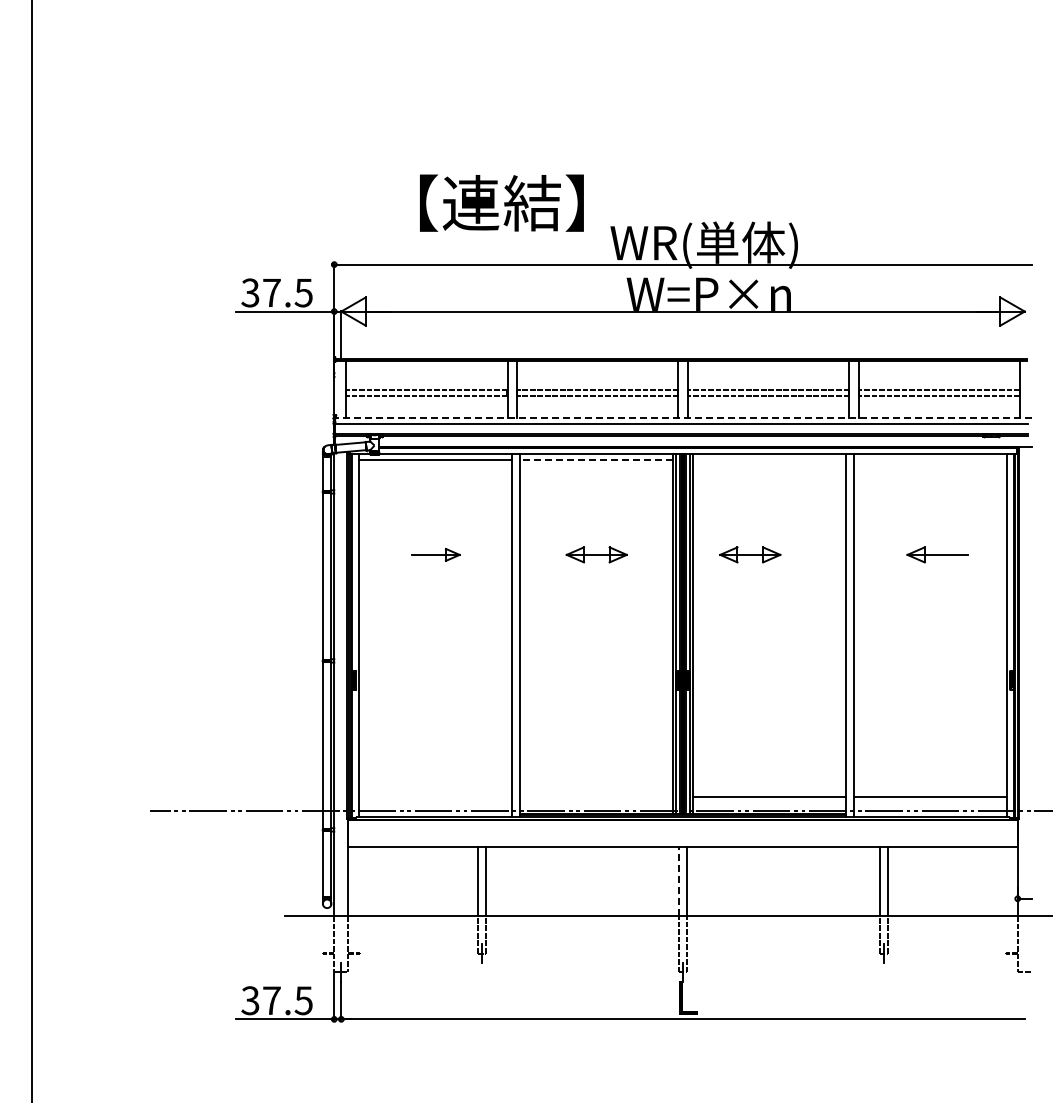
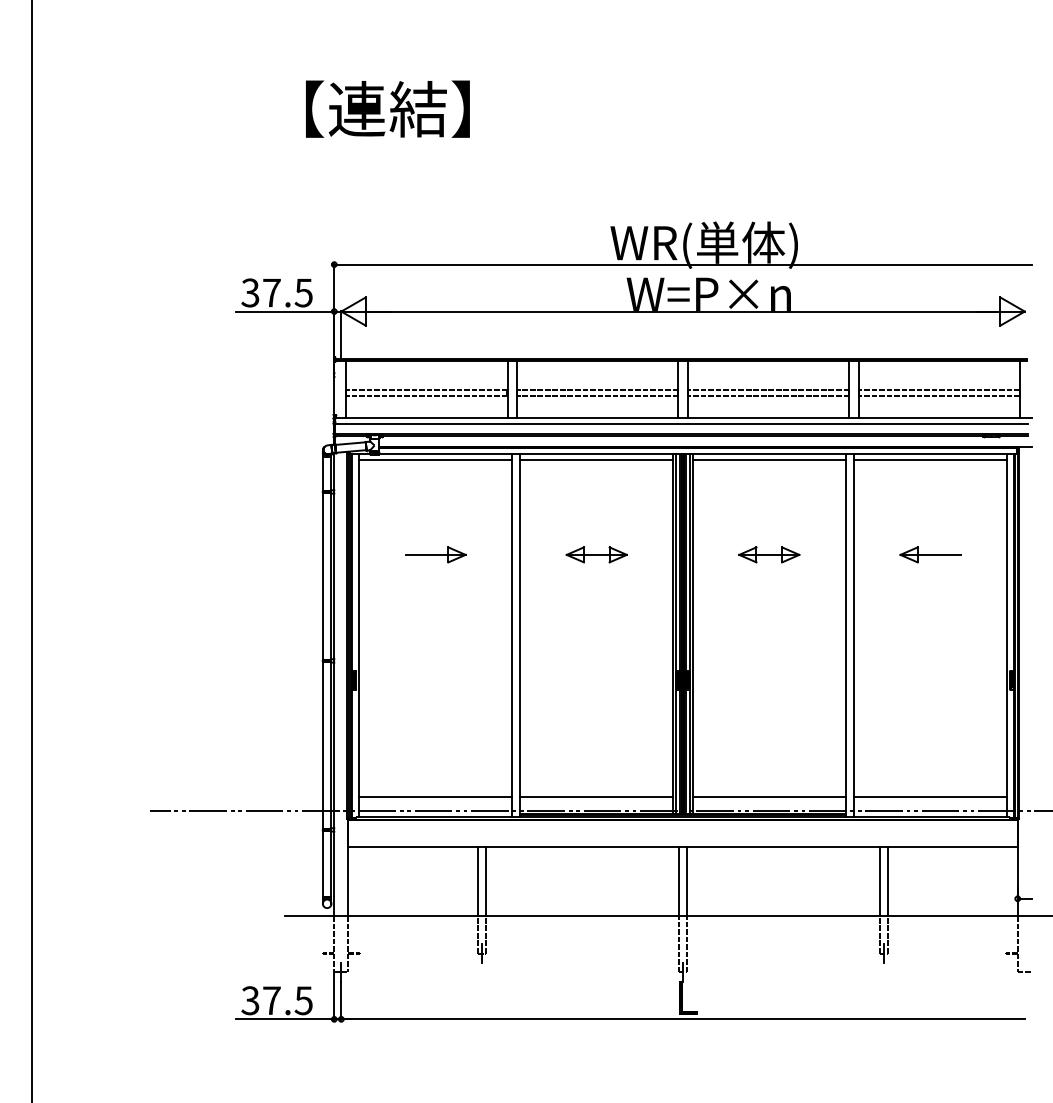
text at (501, 202) position: (501, 202) -> (387, 108)
line at (683, 417): dashed -> solid
line at (596, 459): dashed -> solid
line at (768, 459): none -> present
line at (930, 459): none -> present
part at (435, 554) size: 50x15 px -> 62x18 px
part at (750, 554) position: (750, 554) -> (769, 554)
part at (937, 554) position: (937, 554) -> (930, 554)
line at (435, 797): none -> present
line at (596, 797): none -> present
line at (678, 881): dashed -> solid
